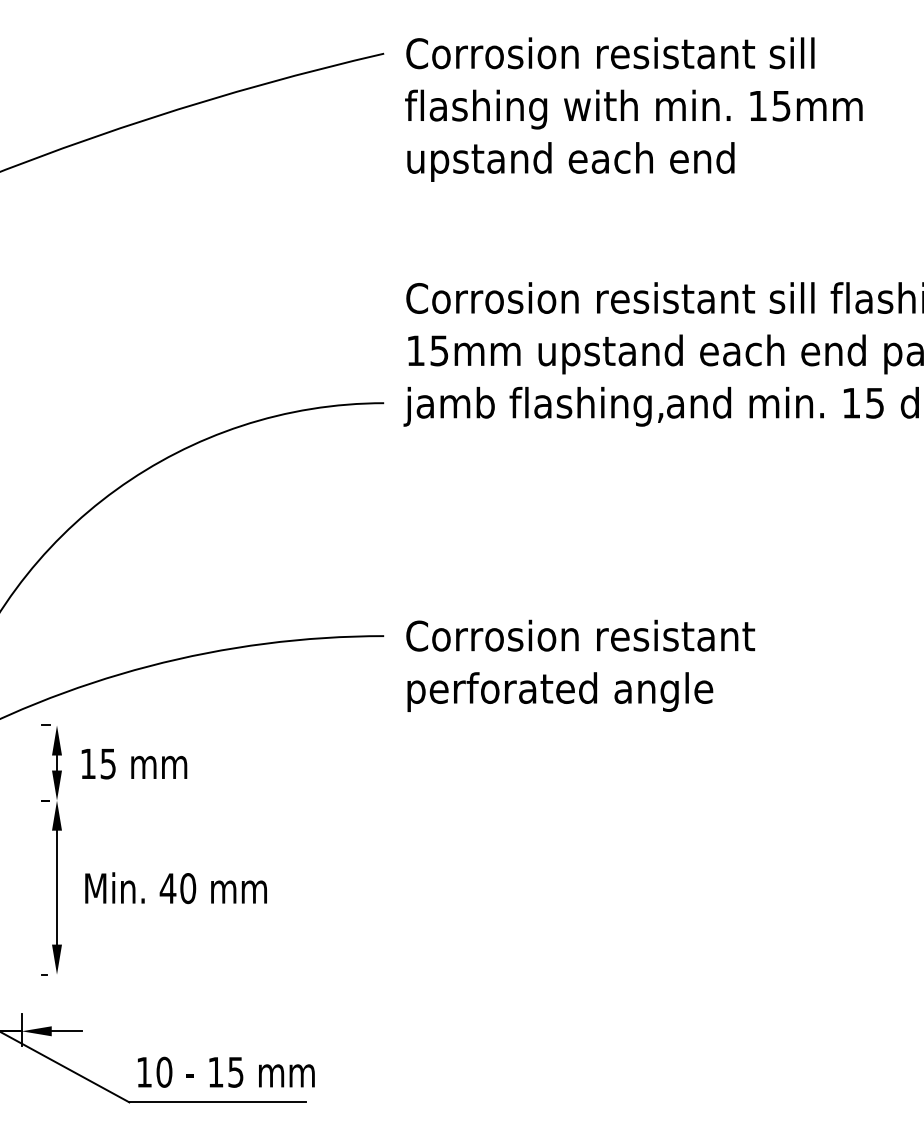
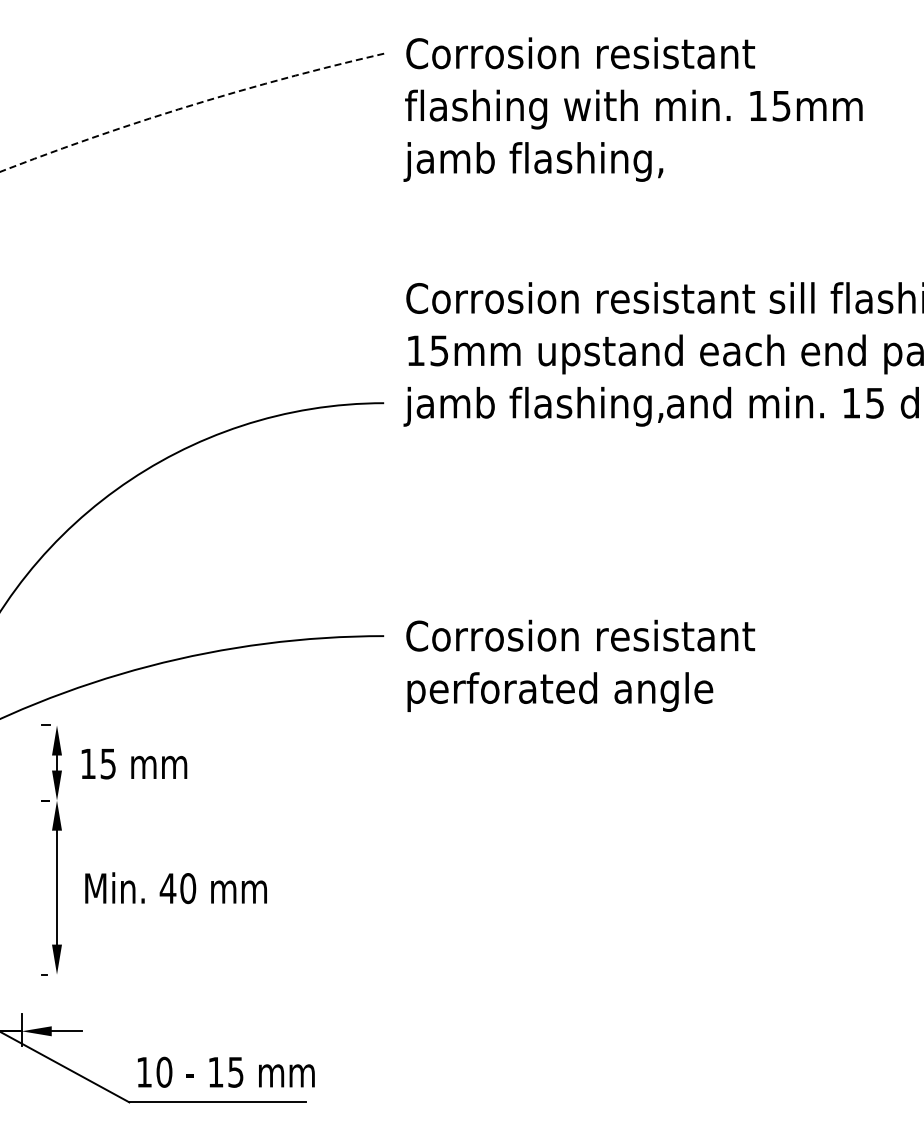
text at (791, 53): Corrosion resistant sill -> Corrosion resistant
arc at (190, 105): solid -> dashed
text at (568, 161): upstand each end -> jamb flashing,
